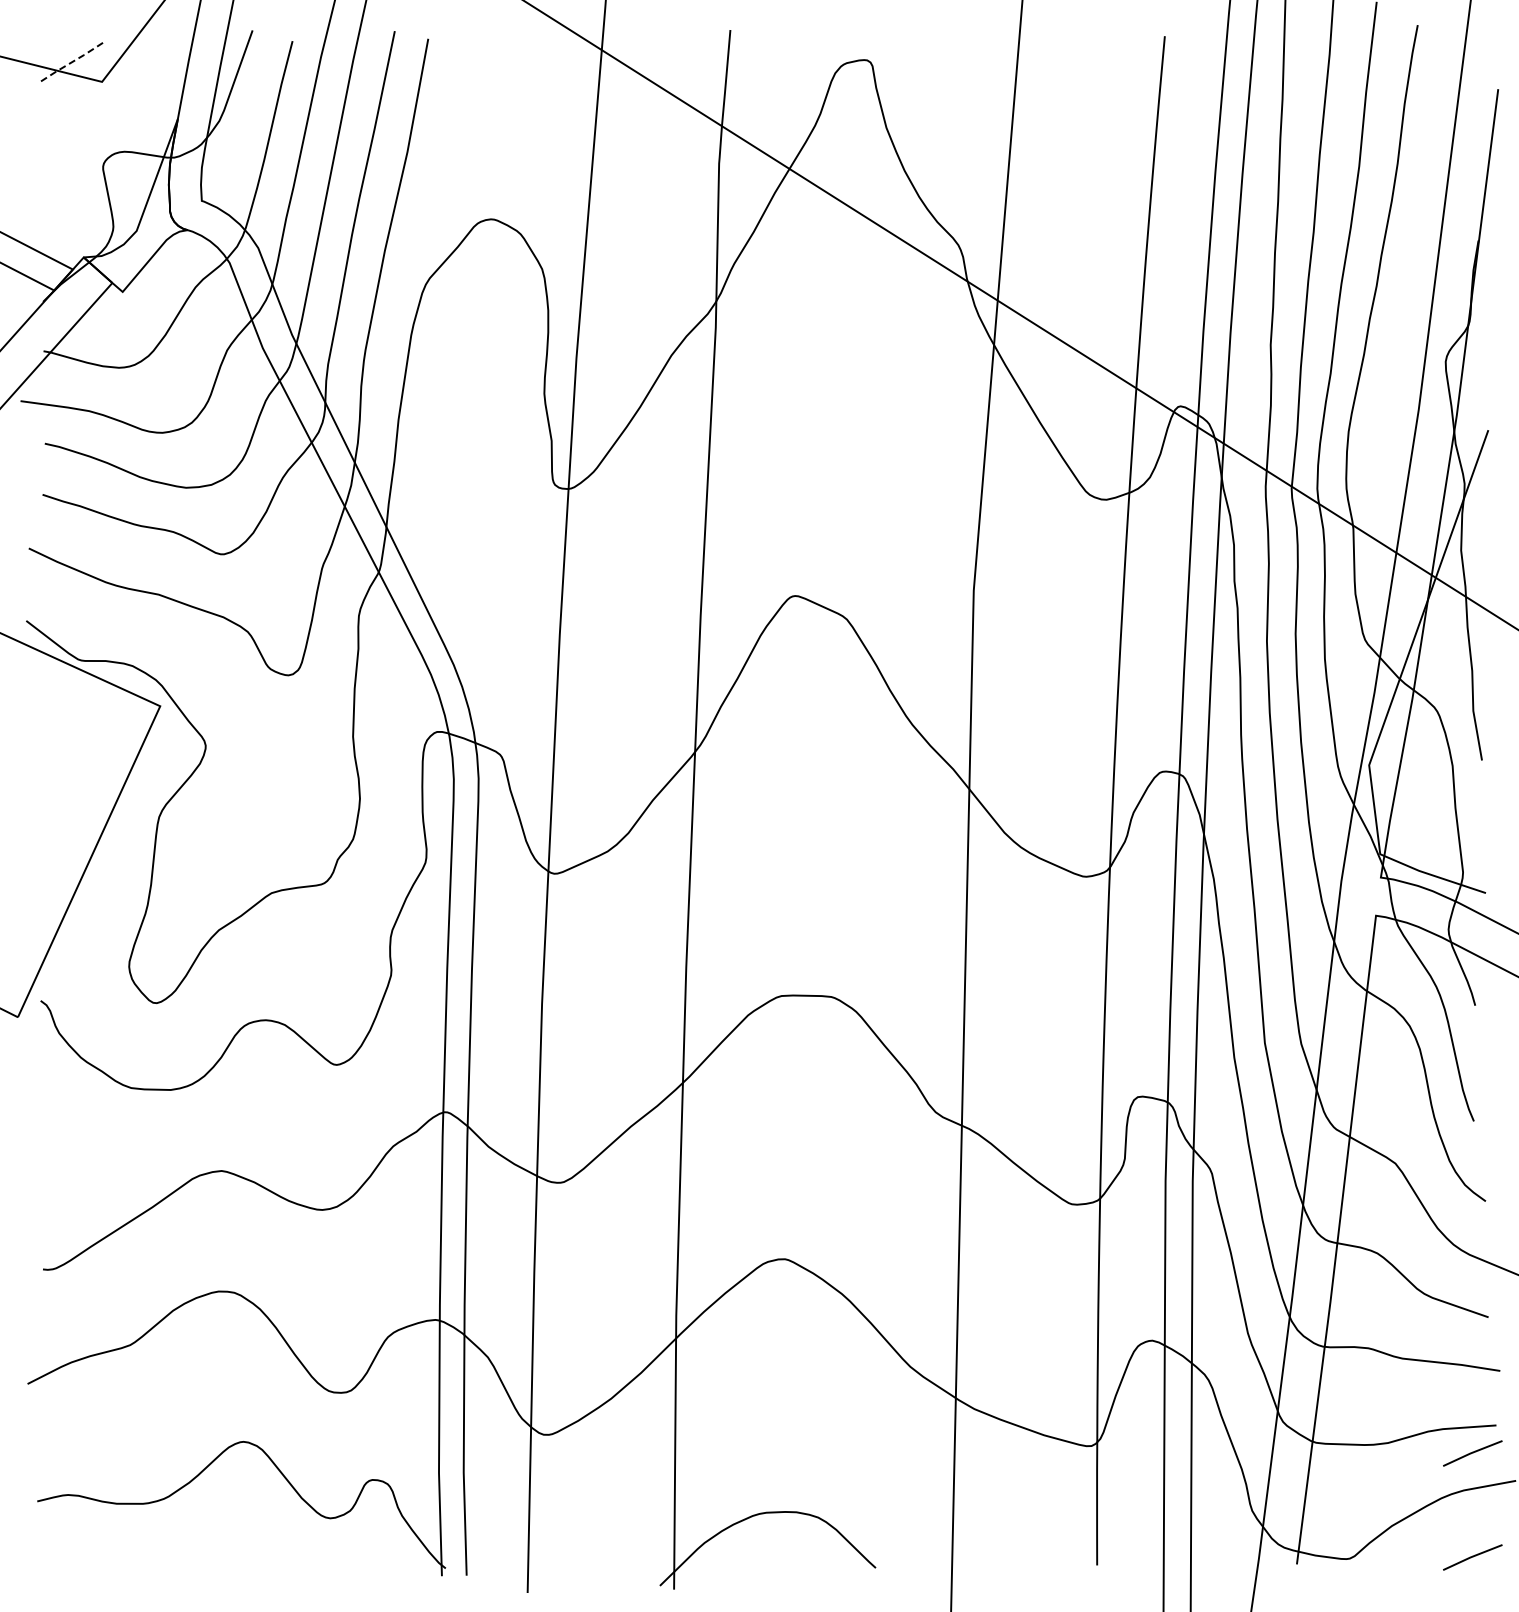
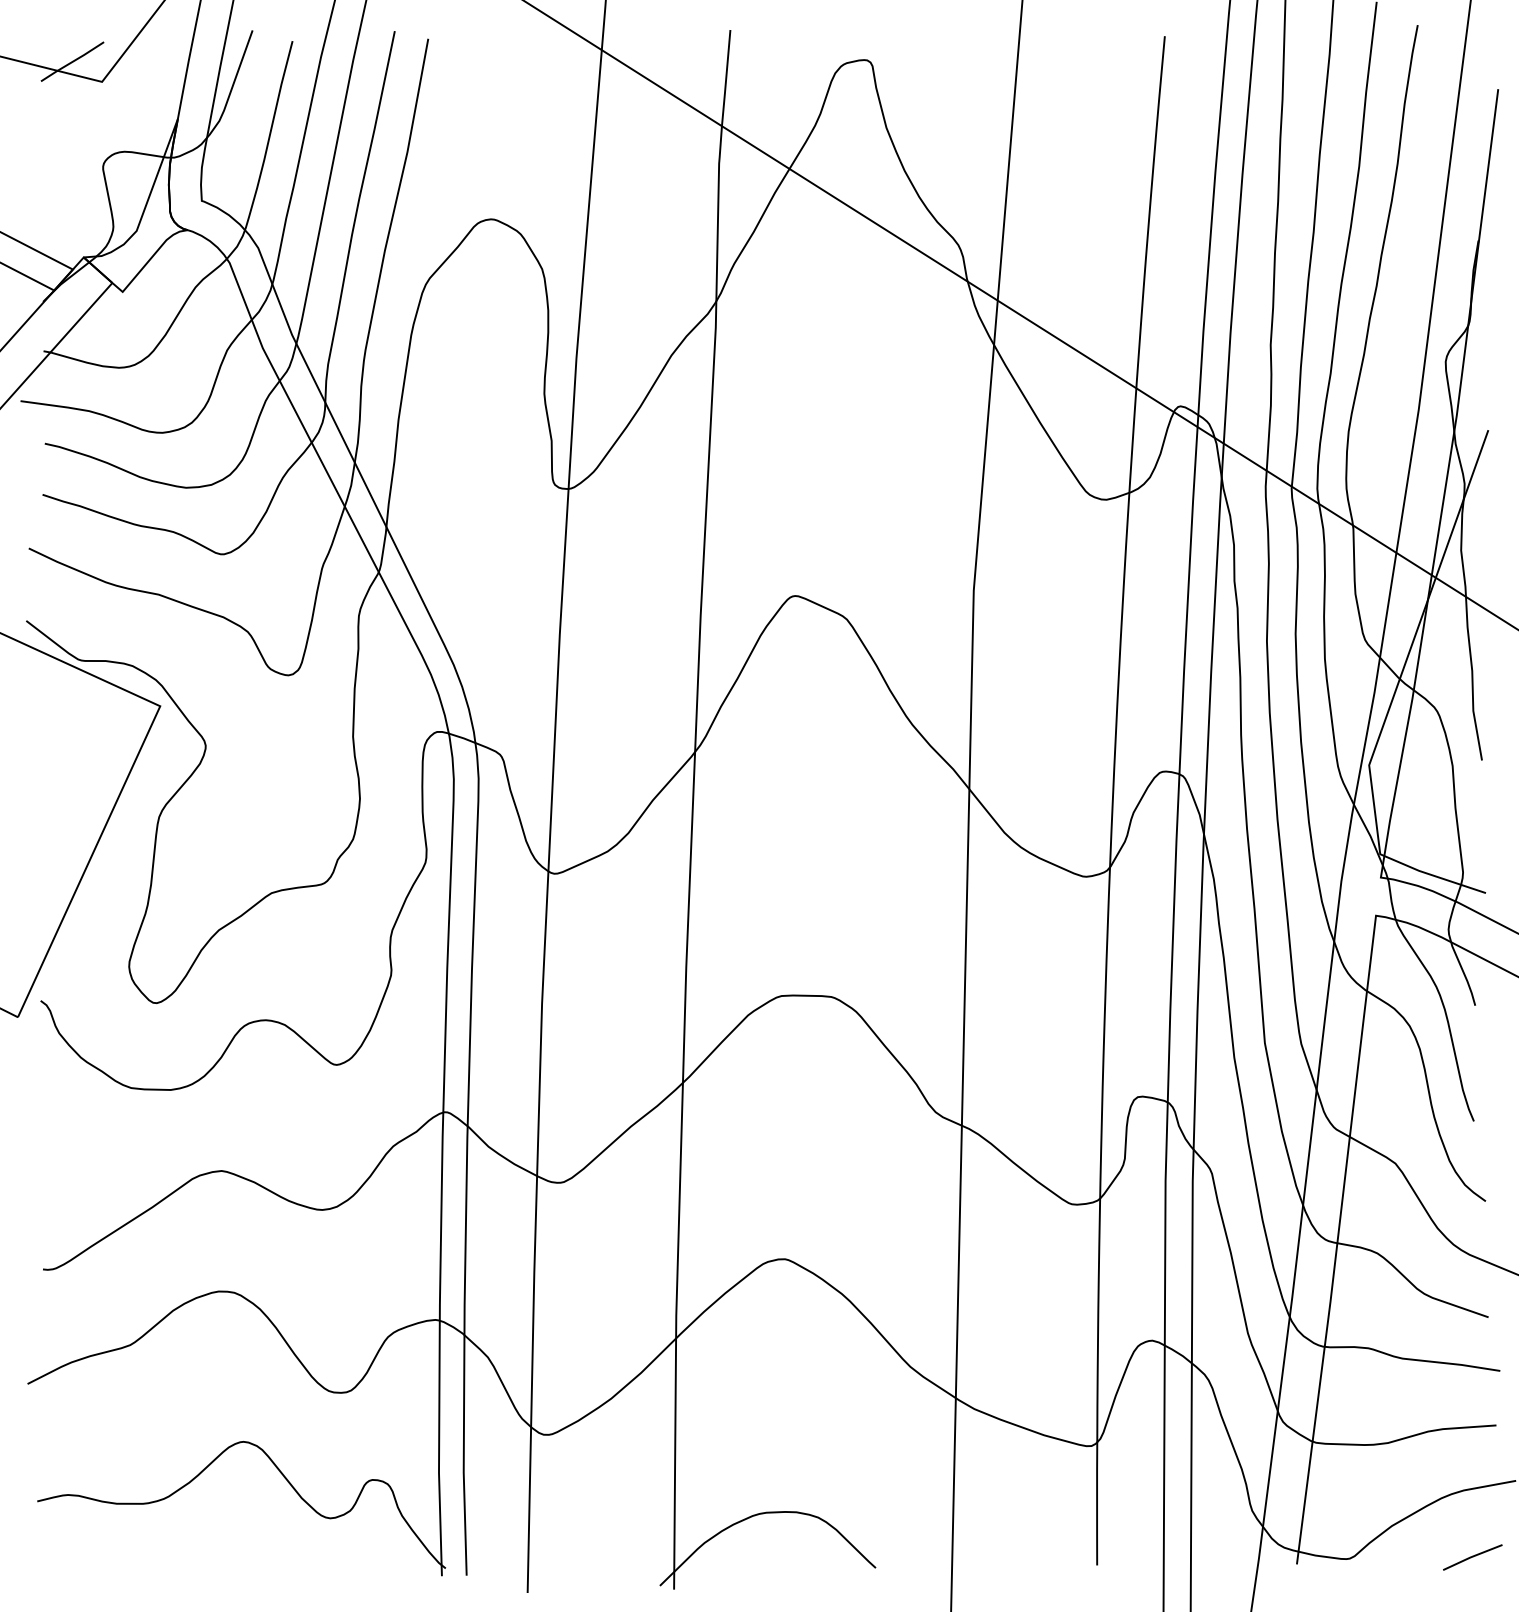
line at (72, 62): dashed -> solid
line at (1472, 1453): present -> none
